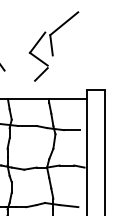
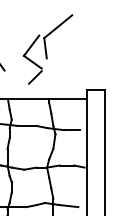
part at (53, 46) position: (53, 46) -> (47, 49)
